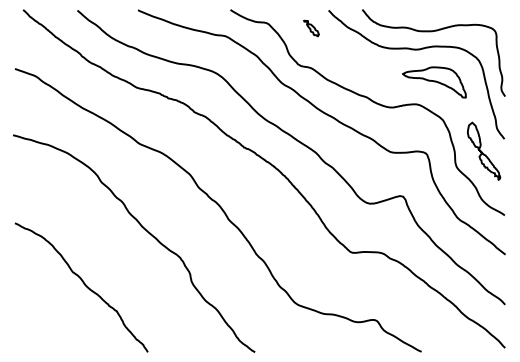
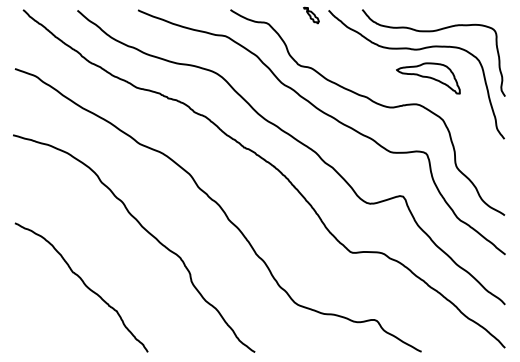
part at (311, 28) position: (311, 28) -> (311, 15)
part at (434, 82) position: (434, 82) -> (428, 78)
part at (484, 150): present -> none
